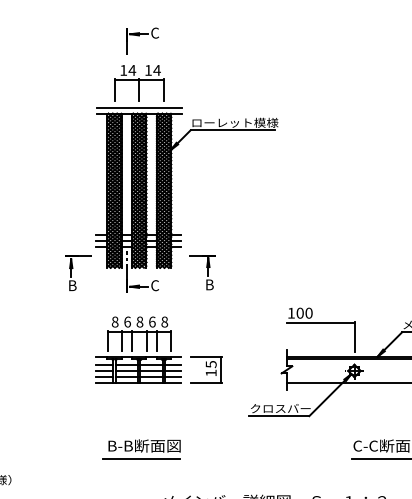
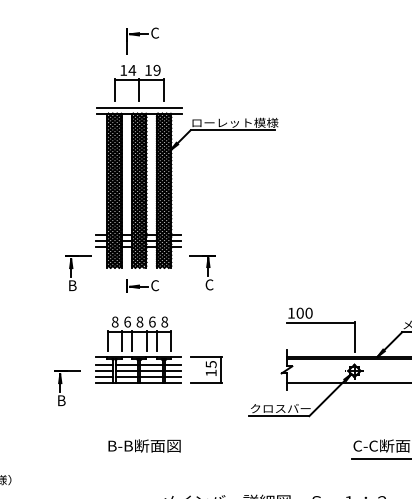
text at (156, 69): 14 -> 19
line at (126, 264): present -> none
text at (209, 284): B -> C
part at (62, 383): none -> present
line at (141, 458): present -> none
